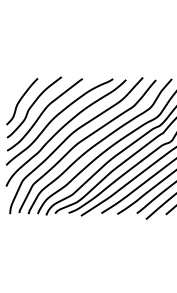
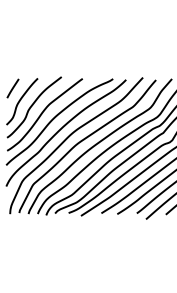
line at (12, 88): none -> present
